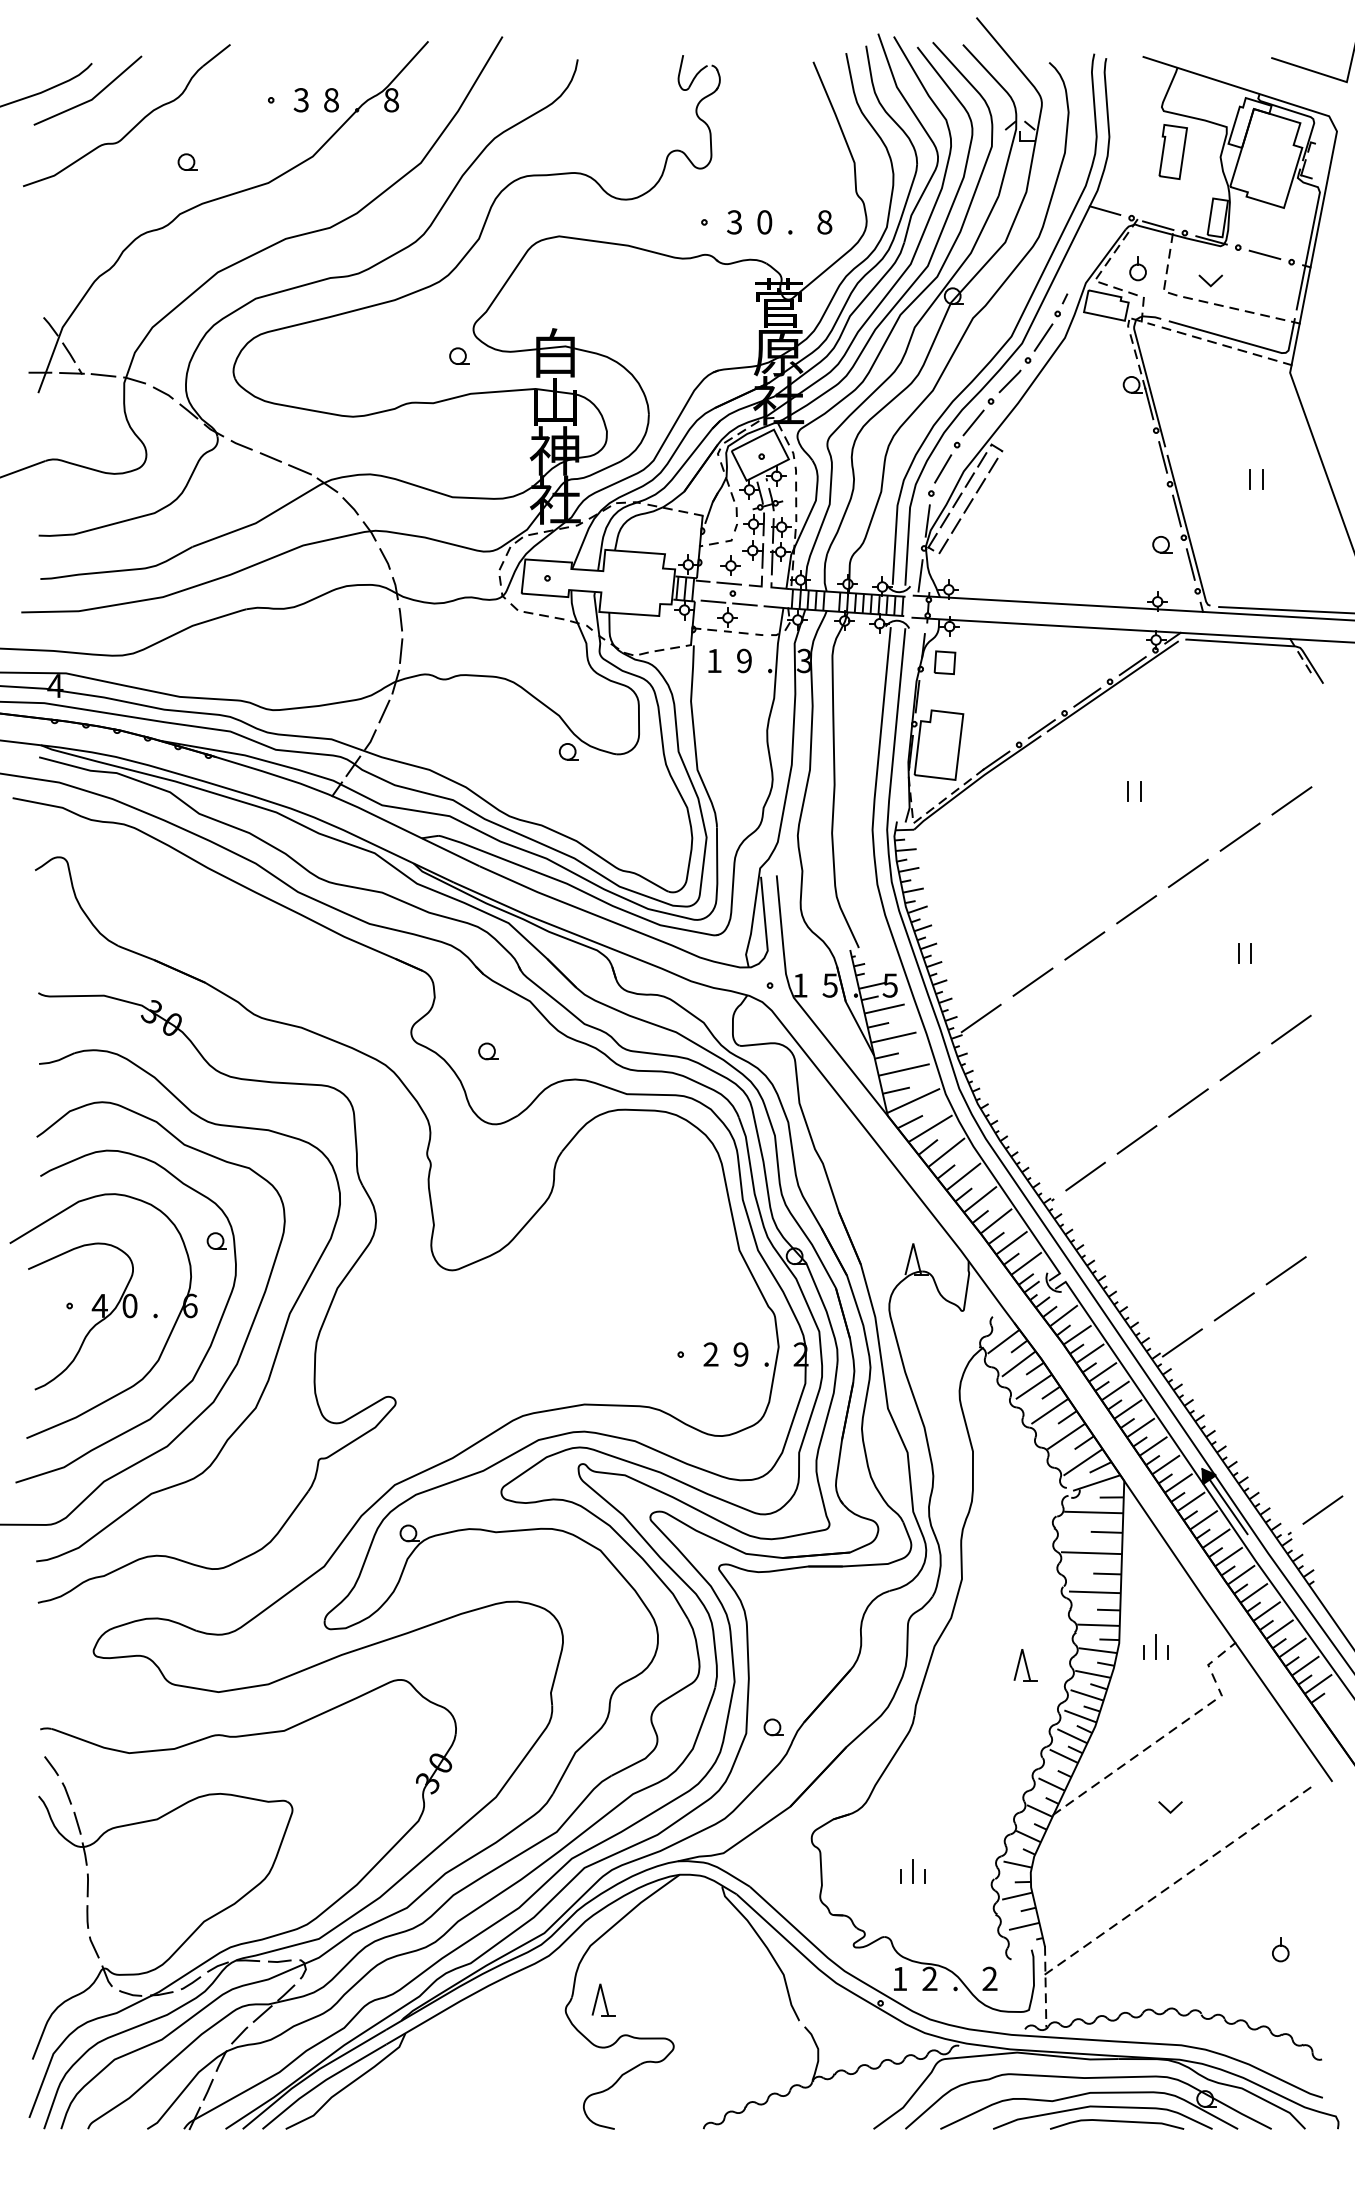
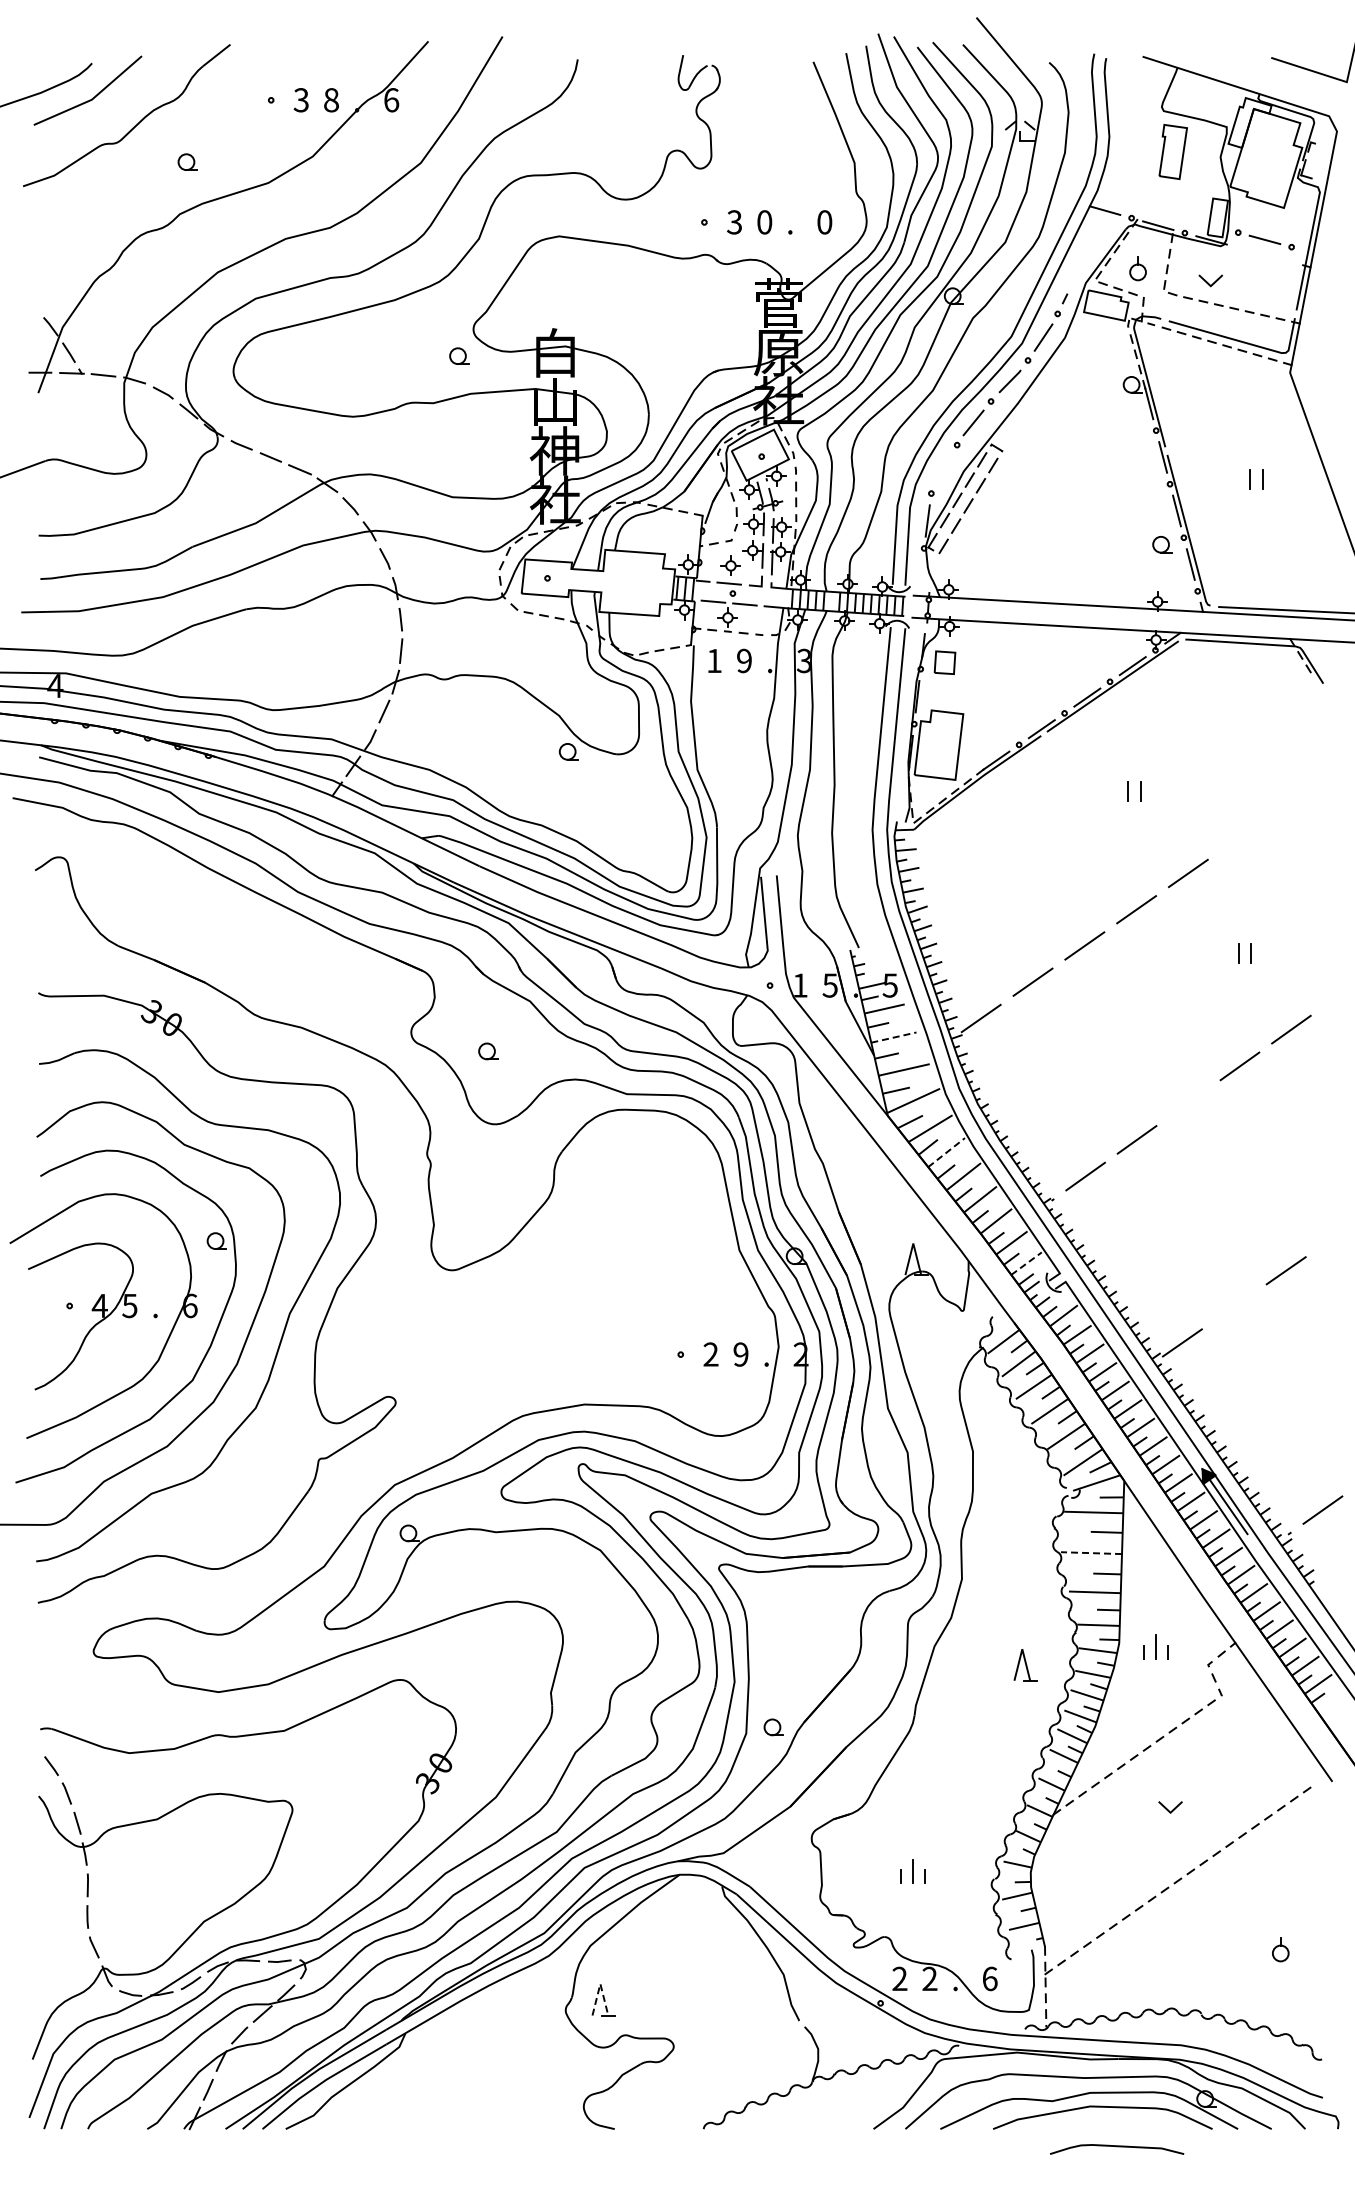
text at (391, 100): 8 -> 6
text at (824, 222): 8 -> 0
part at (1264, 254) position: (1264, 254) -> (1264, 239)
line at (943, 468): present -> none
line at (920, 575): present -> none
line at (1291, 800): present -> none
line at (1239, 836): present -> none
line at (894, 1037): solid -> dashed
line at (1188, 1102): present -> none
line at (947, 1152): solid -> dashed
line at (1026, 1263): solid -> dashed
text at (129, 1305): 0 -> 5
line at (1233, 1306): present -> none
line at (1091, 1553): solid -> dashed
text at (899, 1978): 1 -> 2
text at (989, 1978): 2 -> 6
line at (600, 1983): solid -> dashed
curve at (1117, 2122) position: (1117, 2122) -> (1117, 2147)
